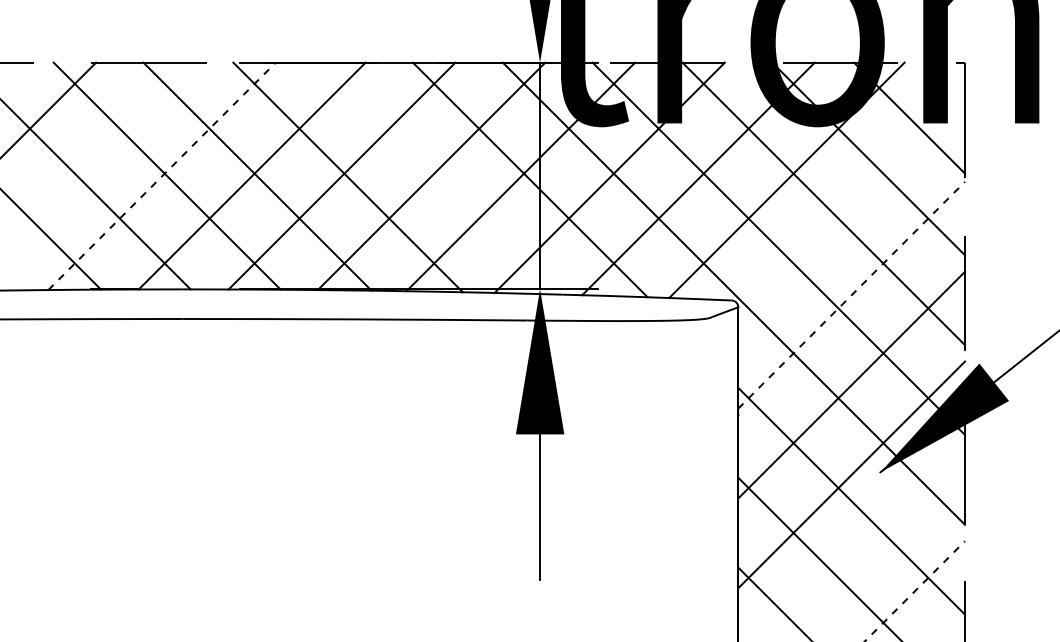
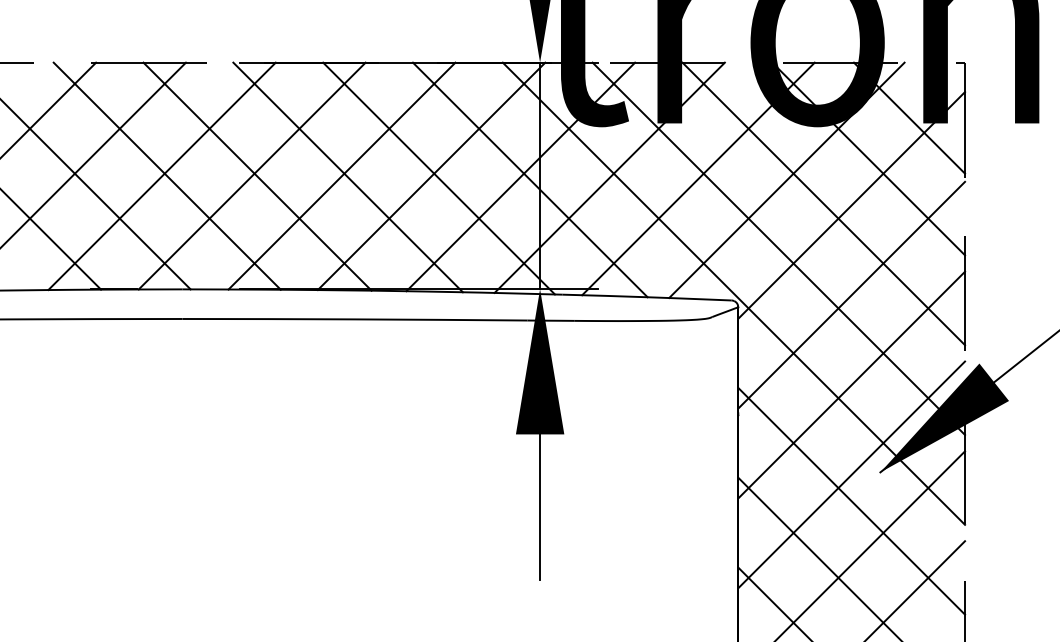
line at (93, 153): none -> present
line at (162, 176): dashed -> solid
line at (438, 178): none -> present
line at (851, 205): none -> present
line at (852, 294): dashed -> solid
line at (871, 544): none -> present
line at (914, 591): dashed -> solid
